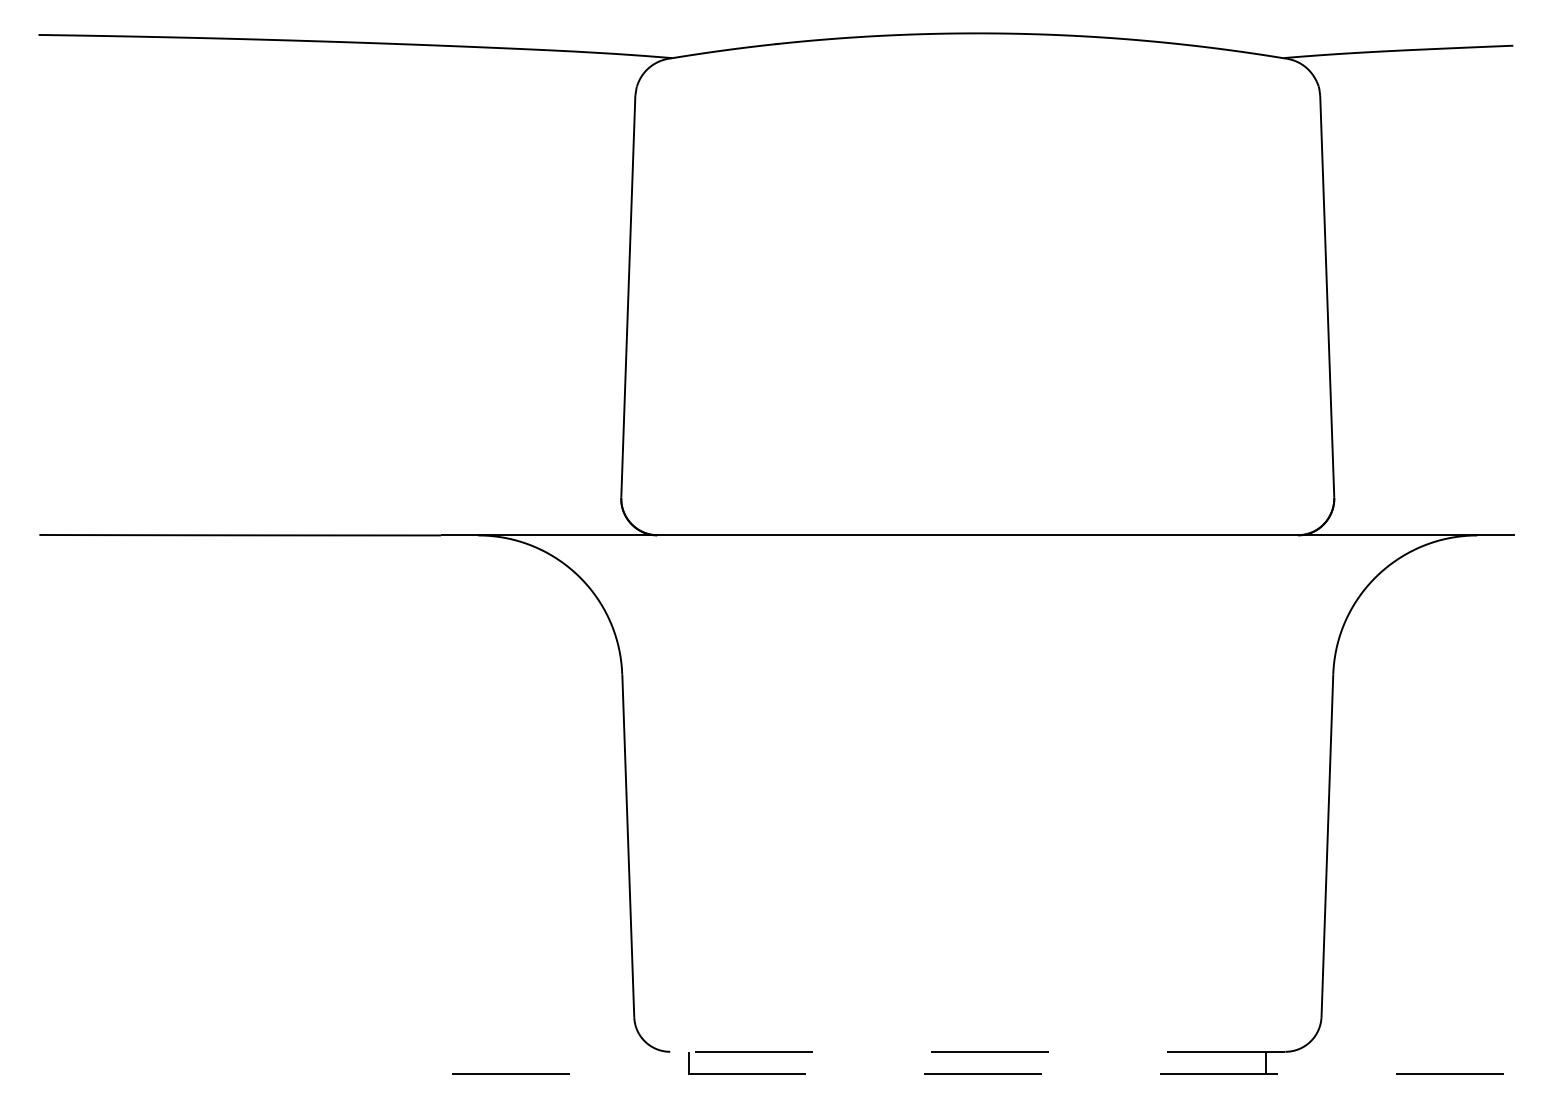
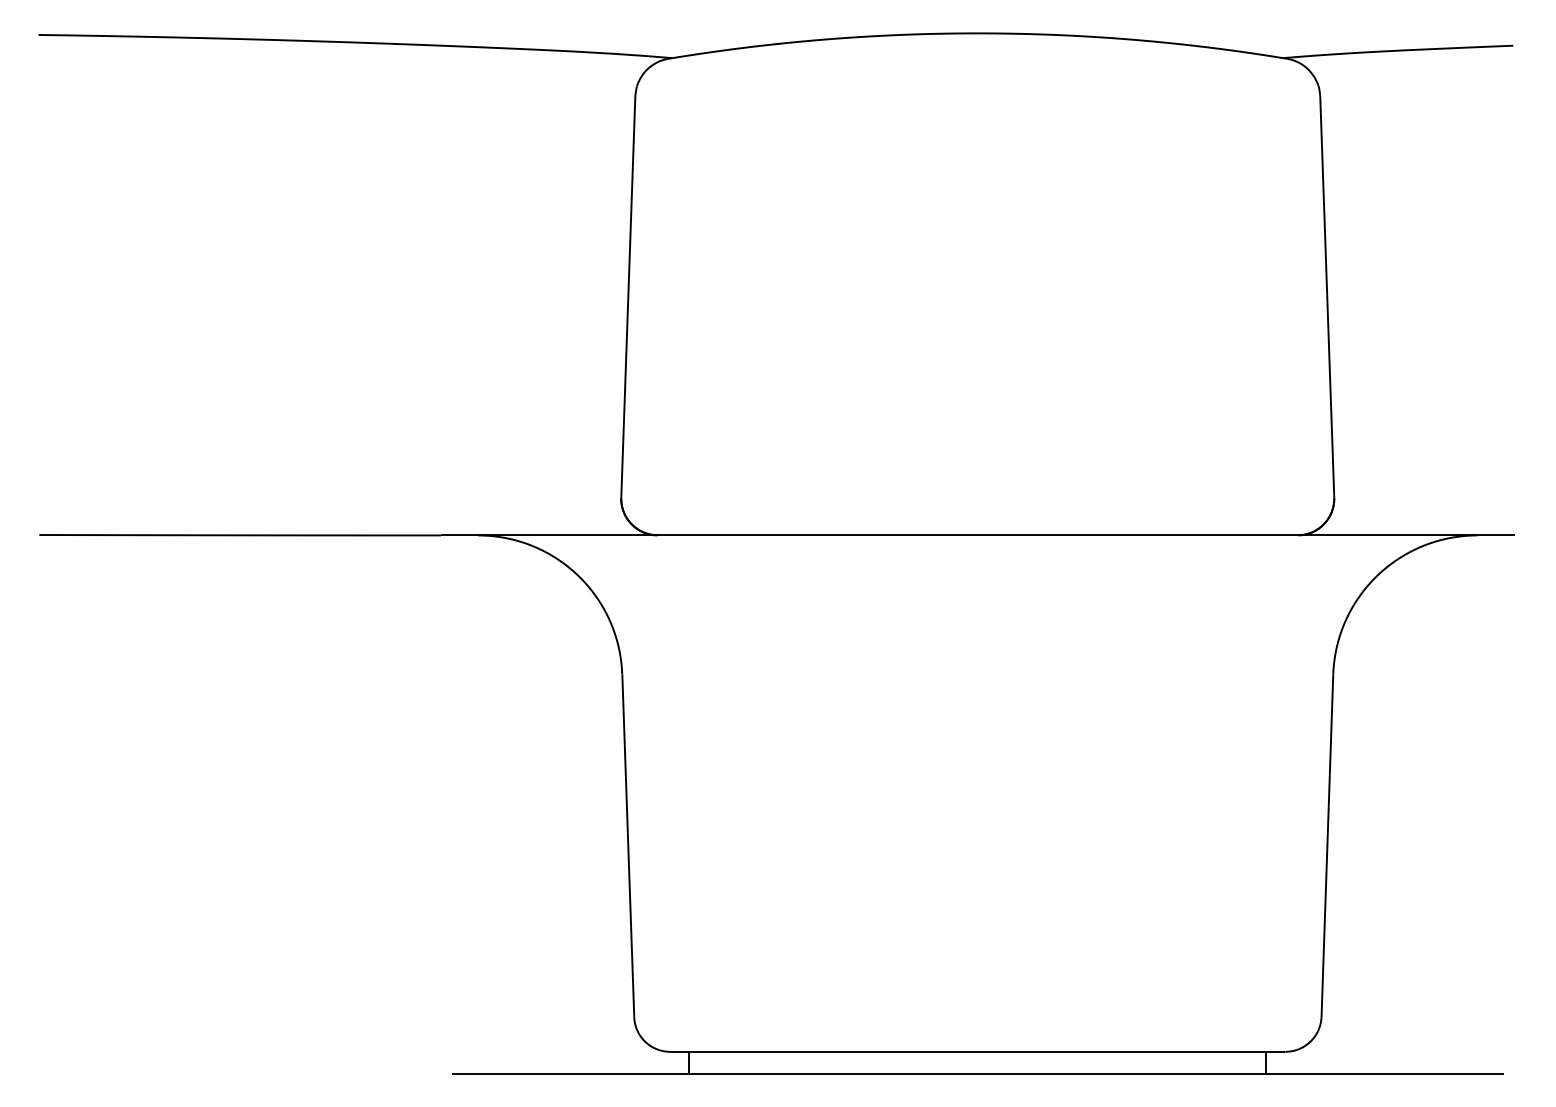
line at (977, 1051): dashed -> solid
line at (978, 1073): dashed -> solid
